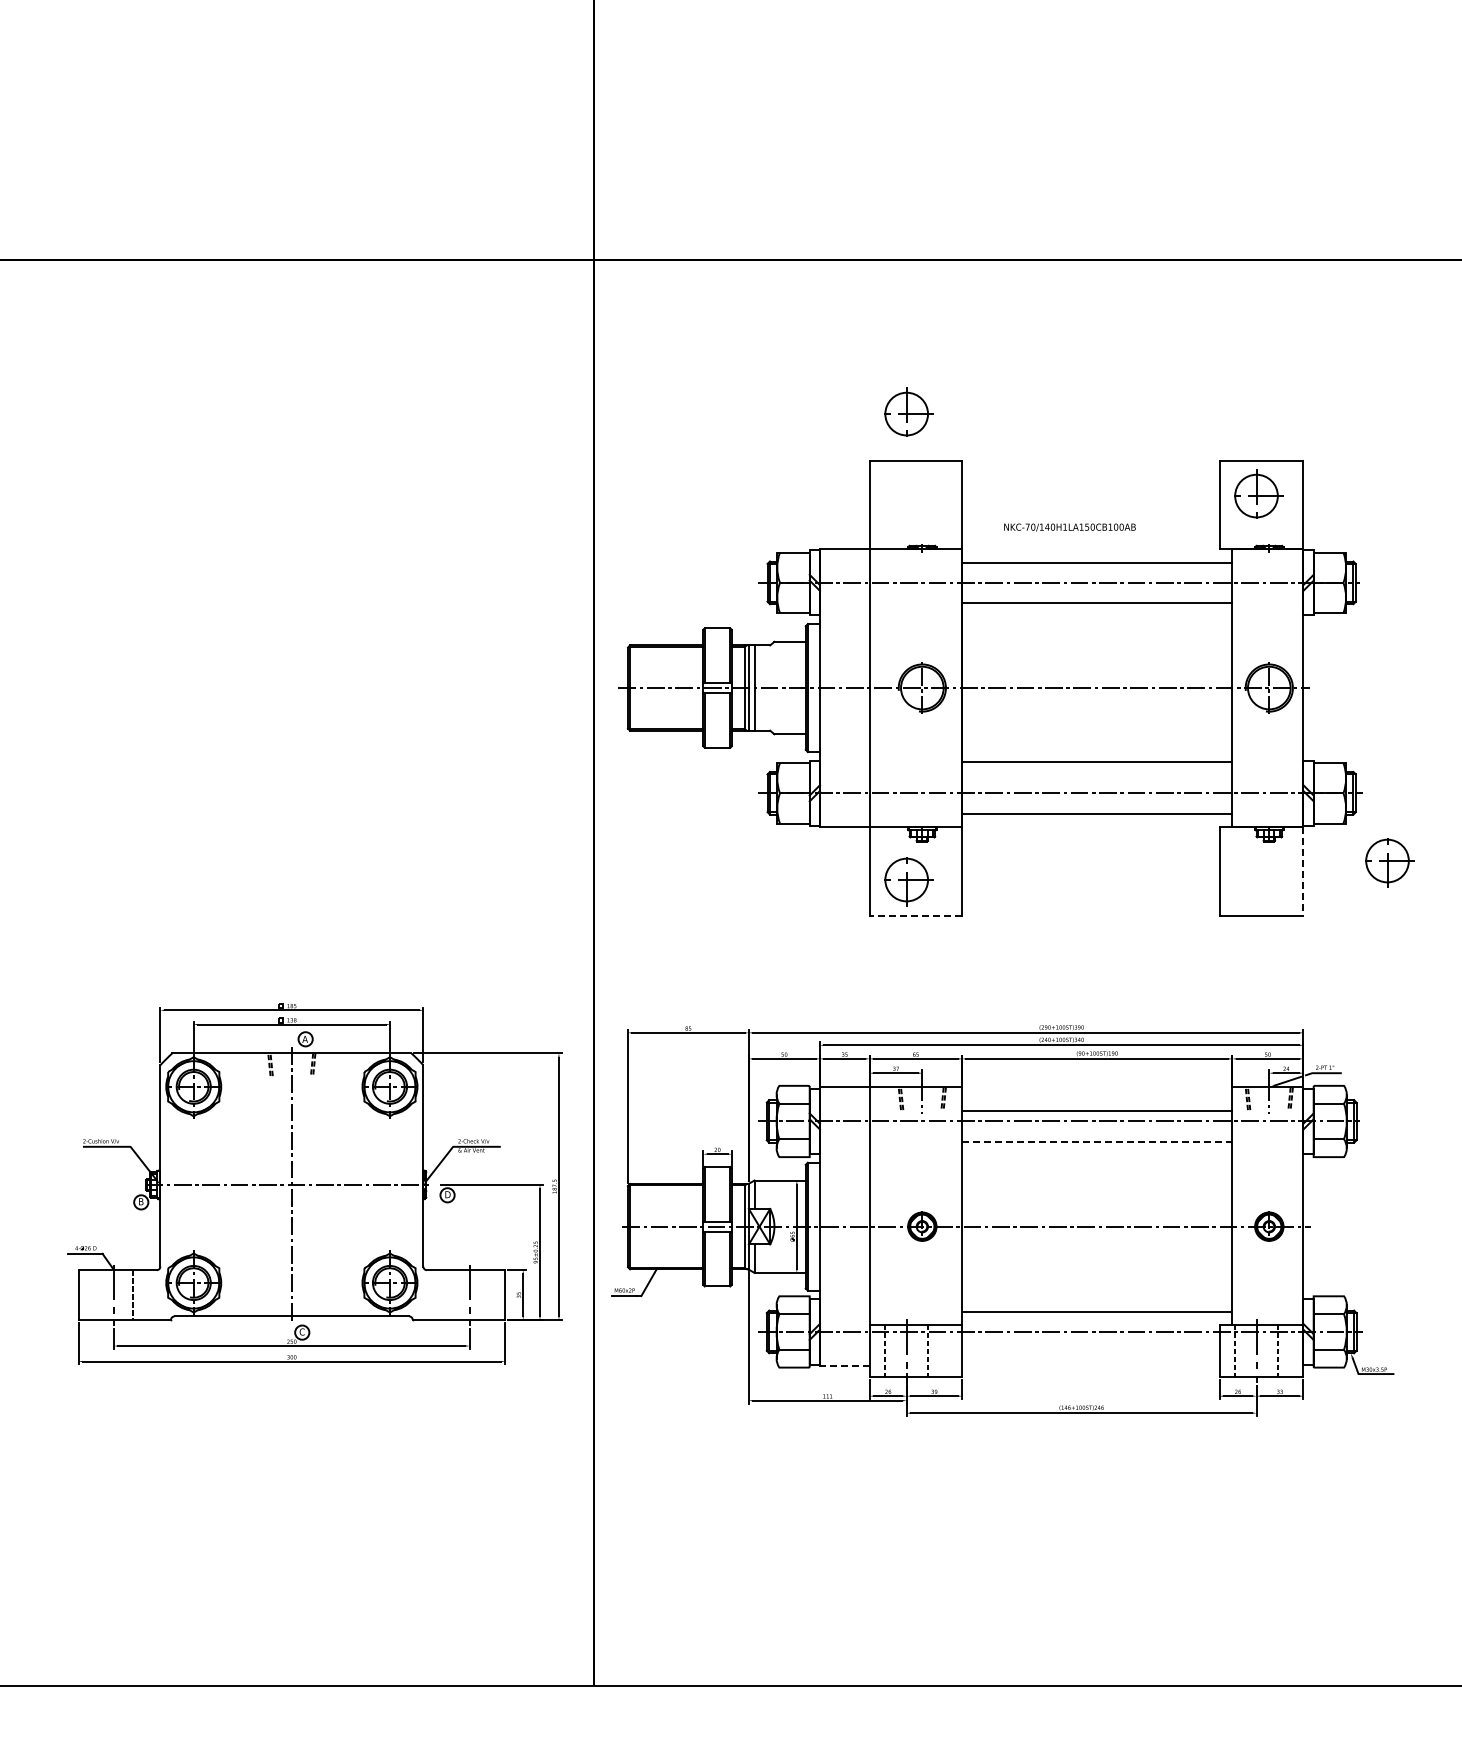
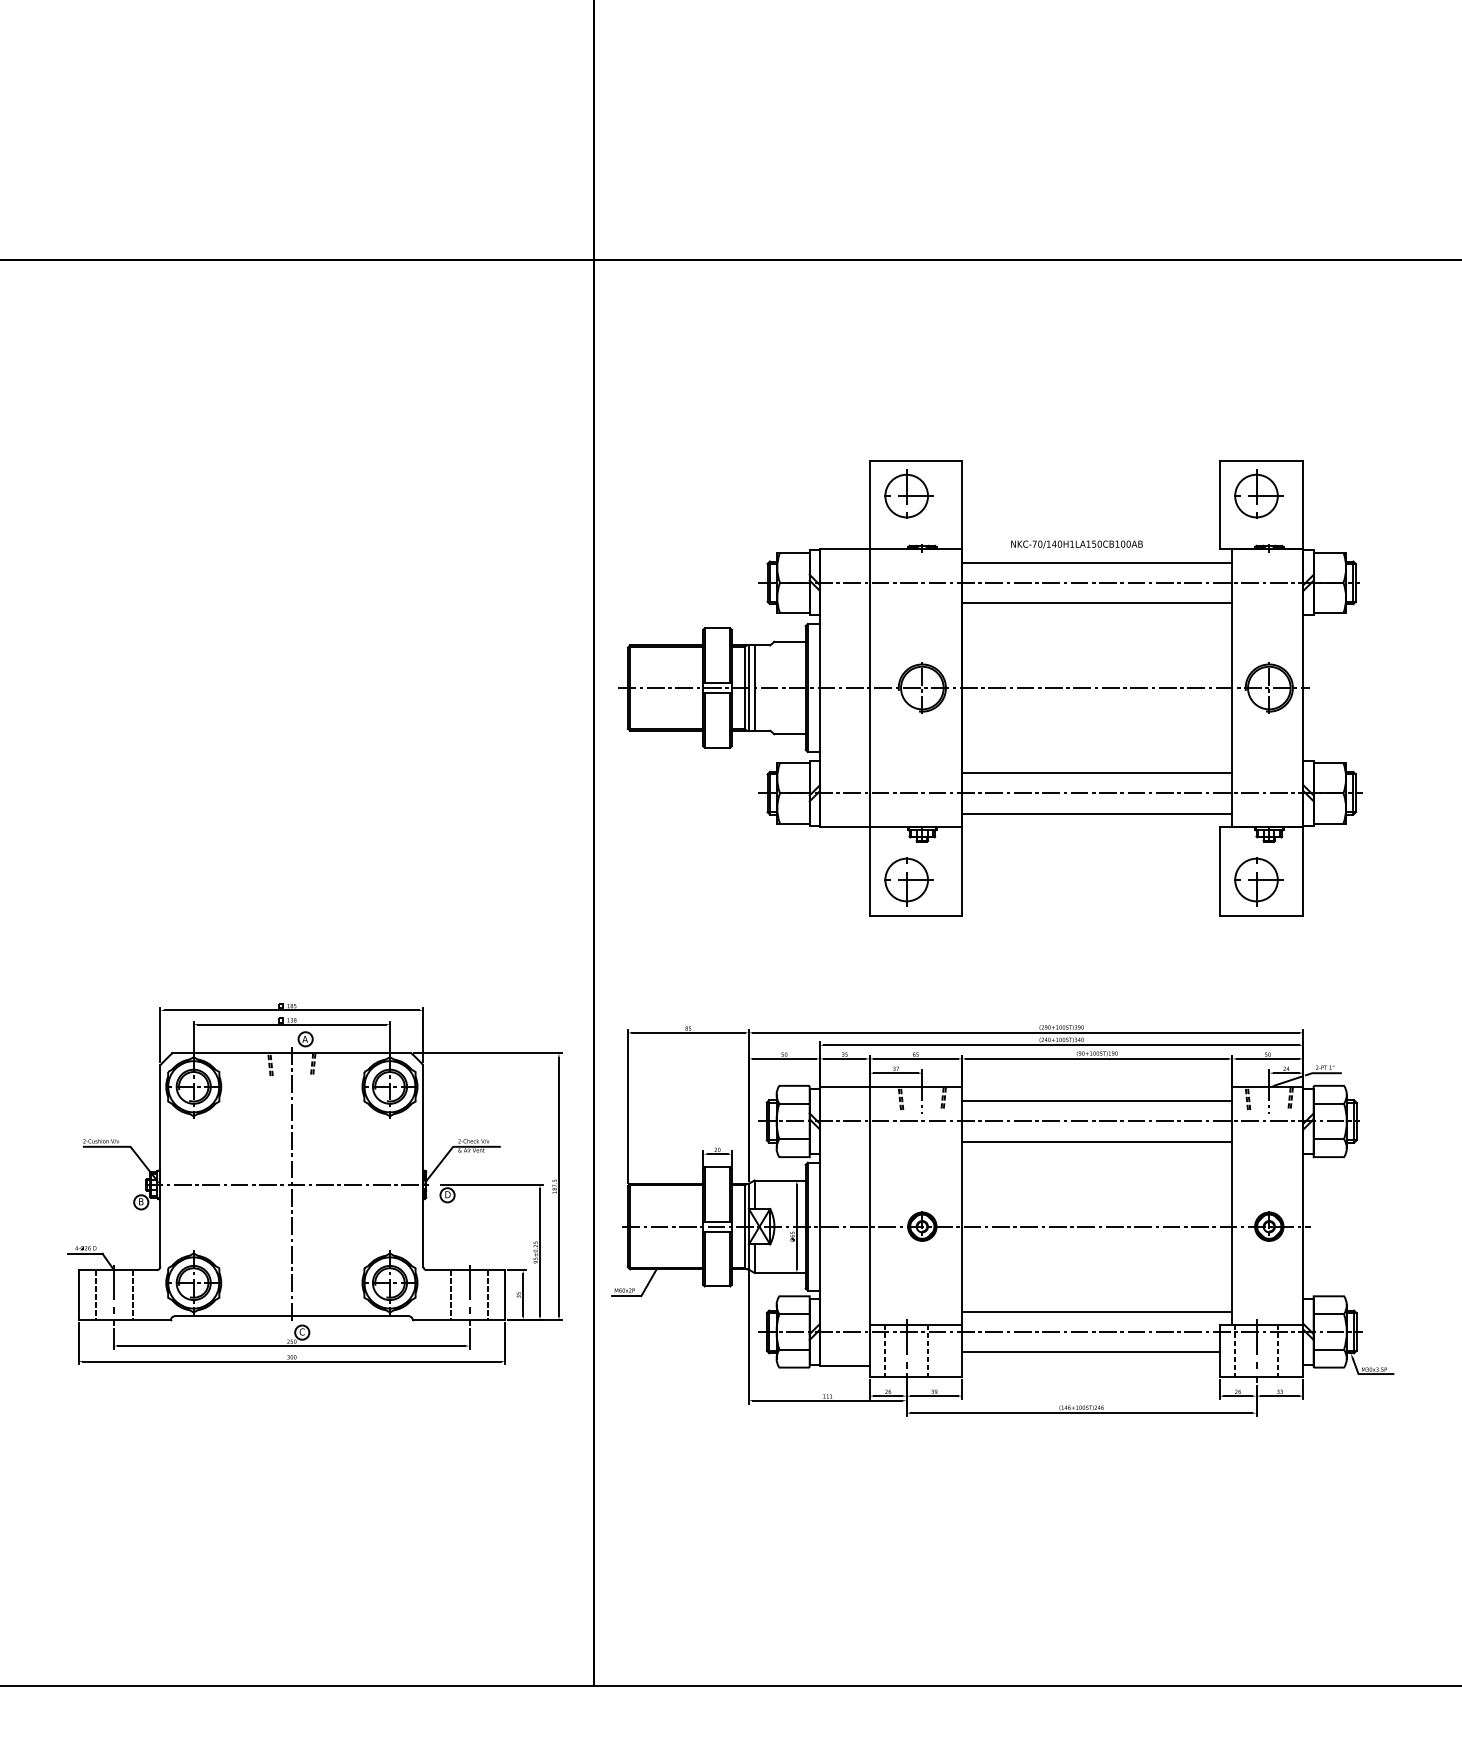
part at (908, 411) position: (908, 411) -> (908, 493)
text at (1069, 527) position: (1069, 527) -> (1076, 544)
line at (1097, 761) position: (1097, 761) -> (1097, 772)
part at (1389, 862) position: (1389, 862) -> (1258, 881)
line at (1303, 872): dashed -> solid
line at (915, 915): dashed -> solid
line at (1097, 1111) position: (1097, 1111) -> (1097, 1101)
line at (1097, 1141): dashed -> solid
line at (95, 1294): none -> present
line at (451, 1294): none -> present
line at (488, 1294): none -> present
line at (1090, 1352): none -> present
line at (844, 1366): dashed -> solid
